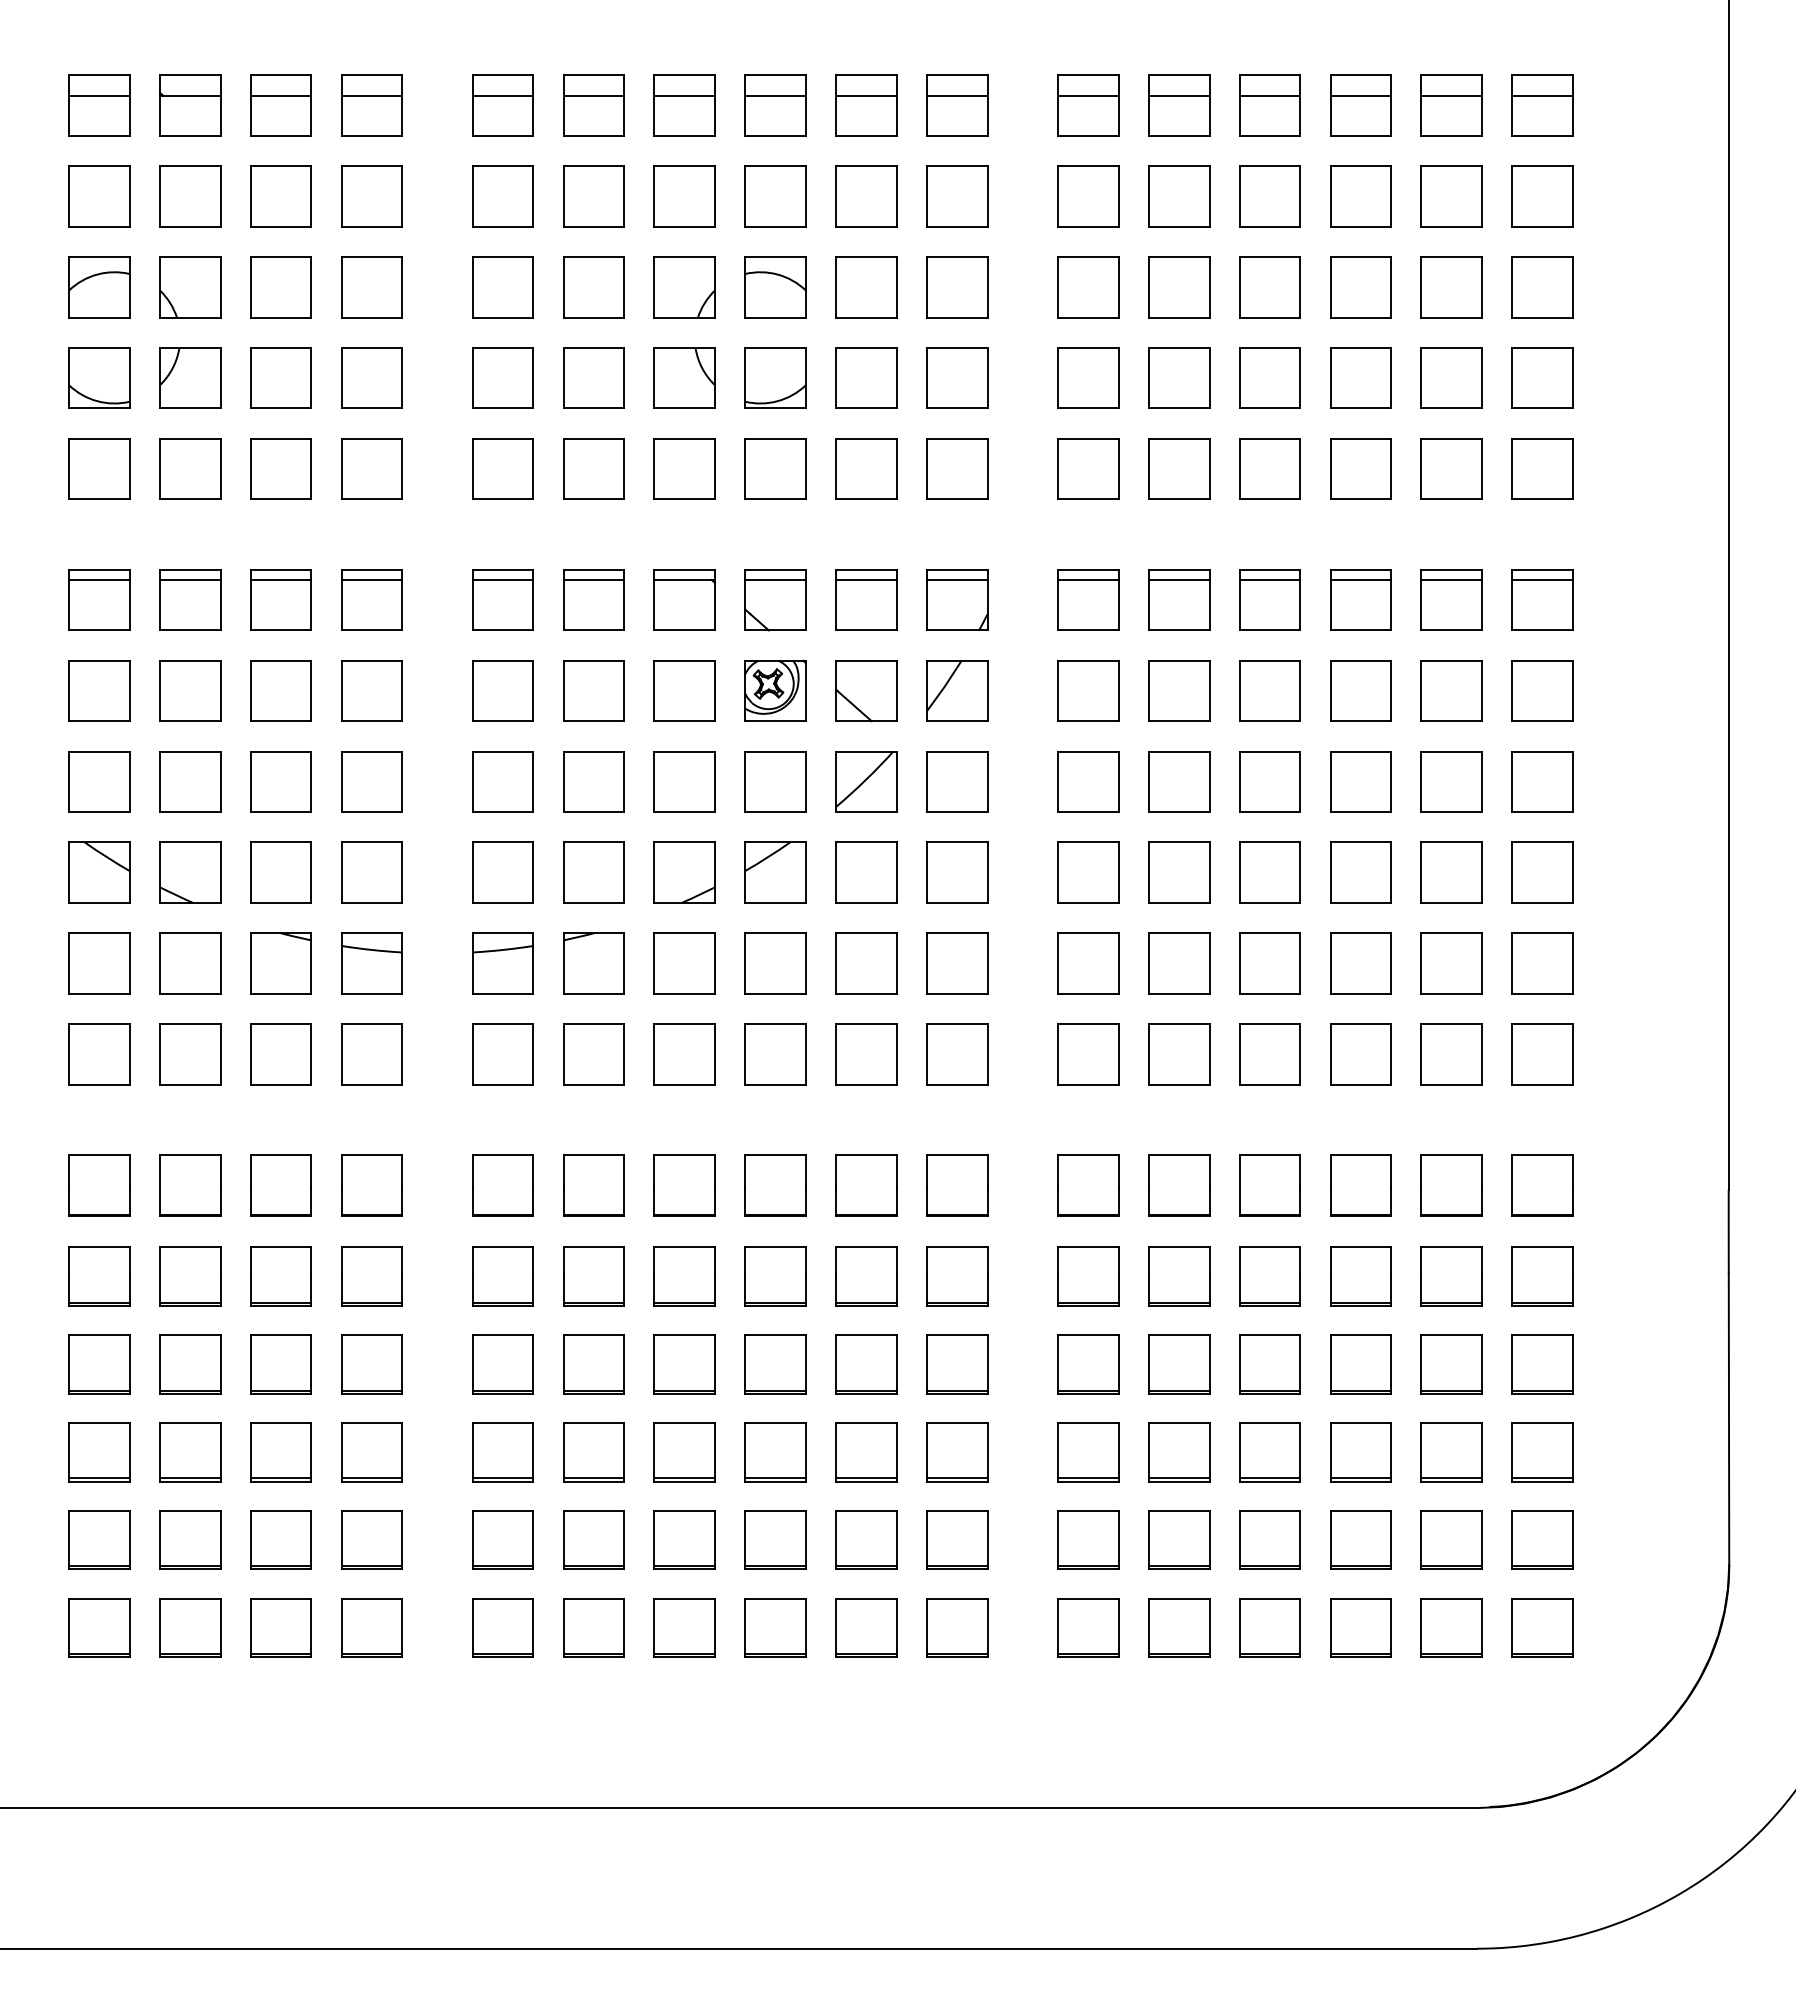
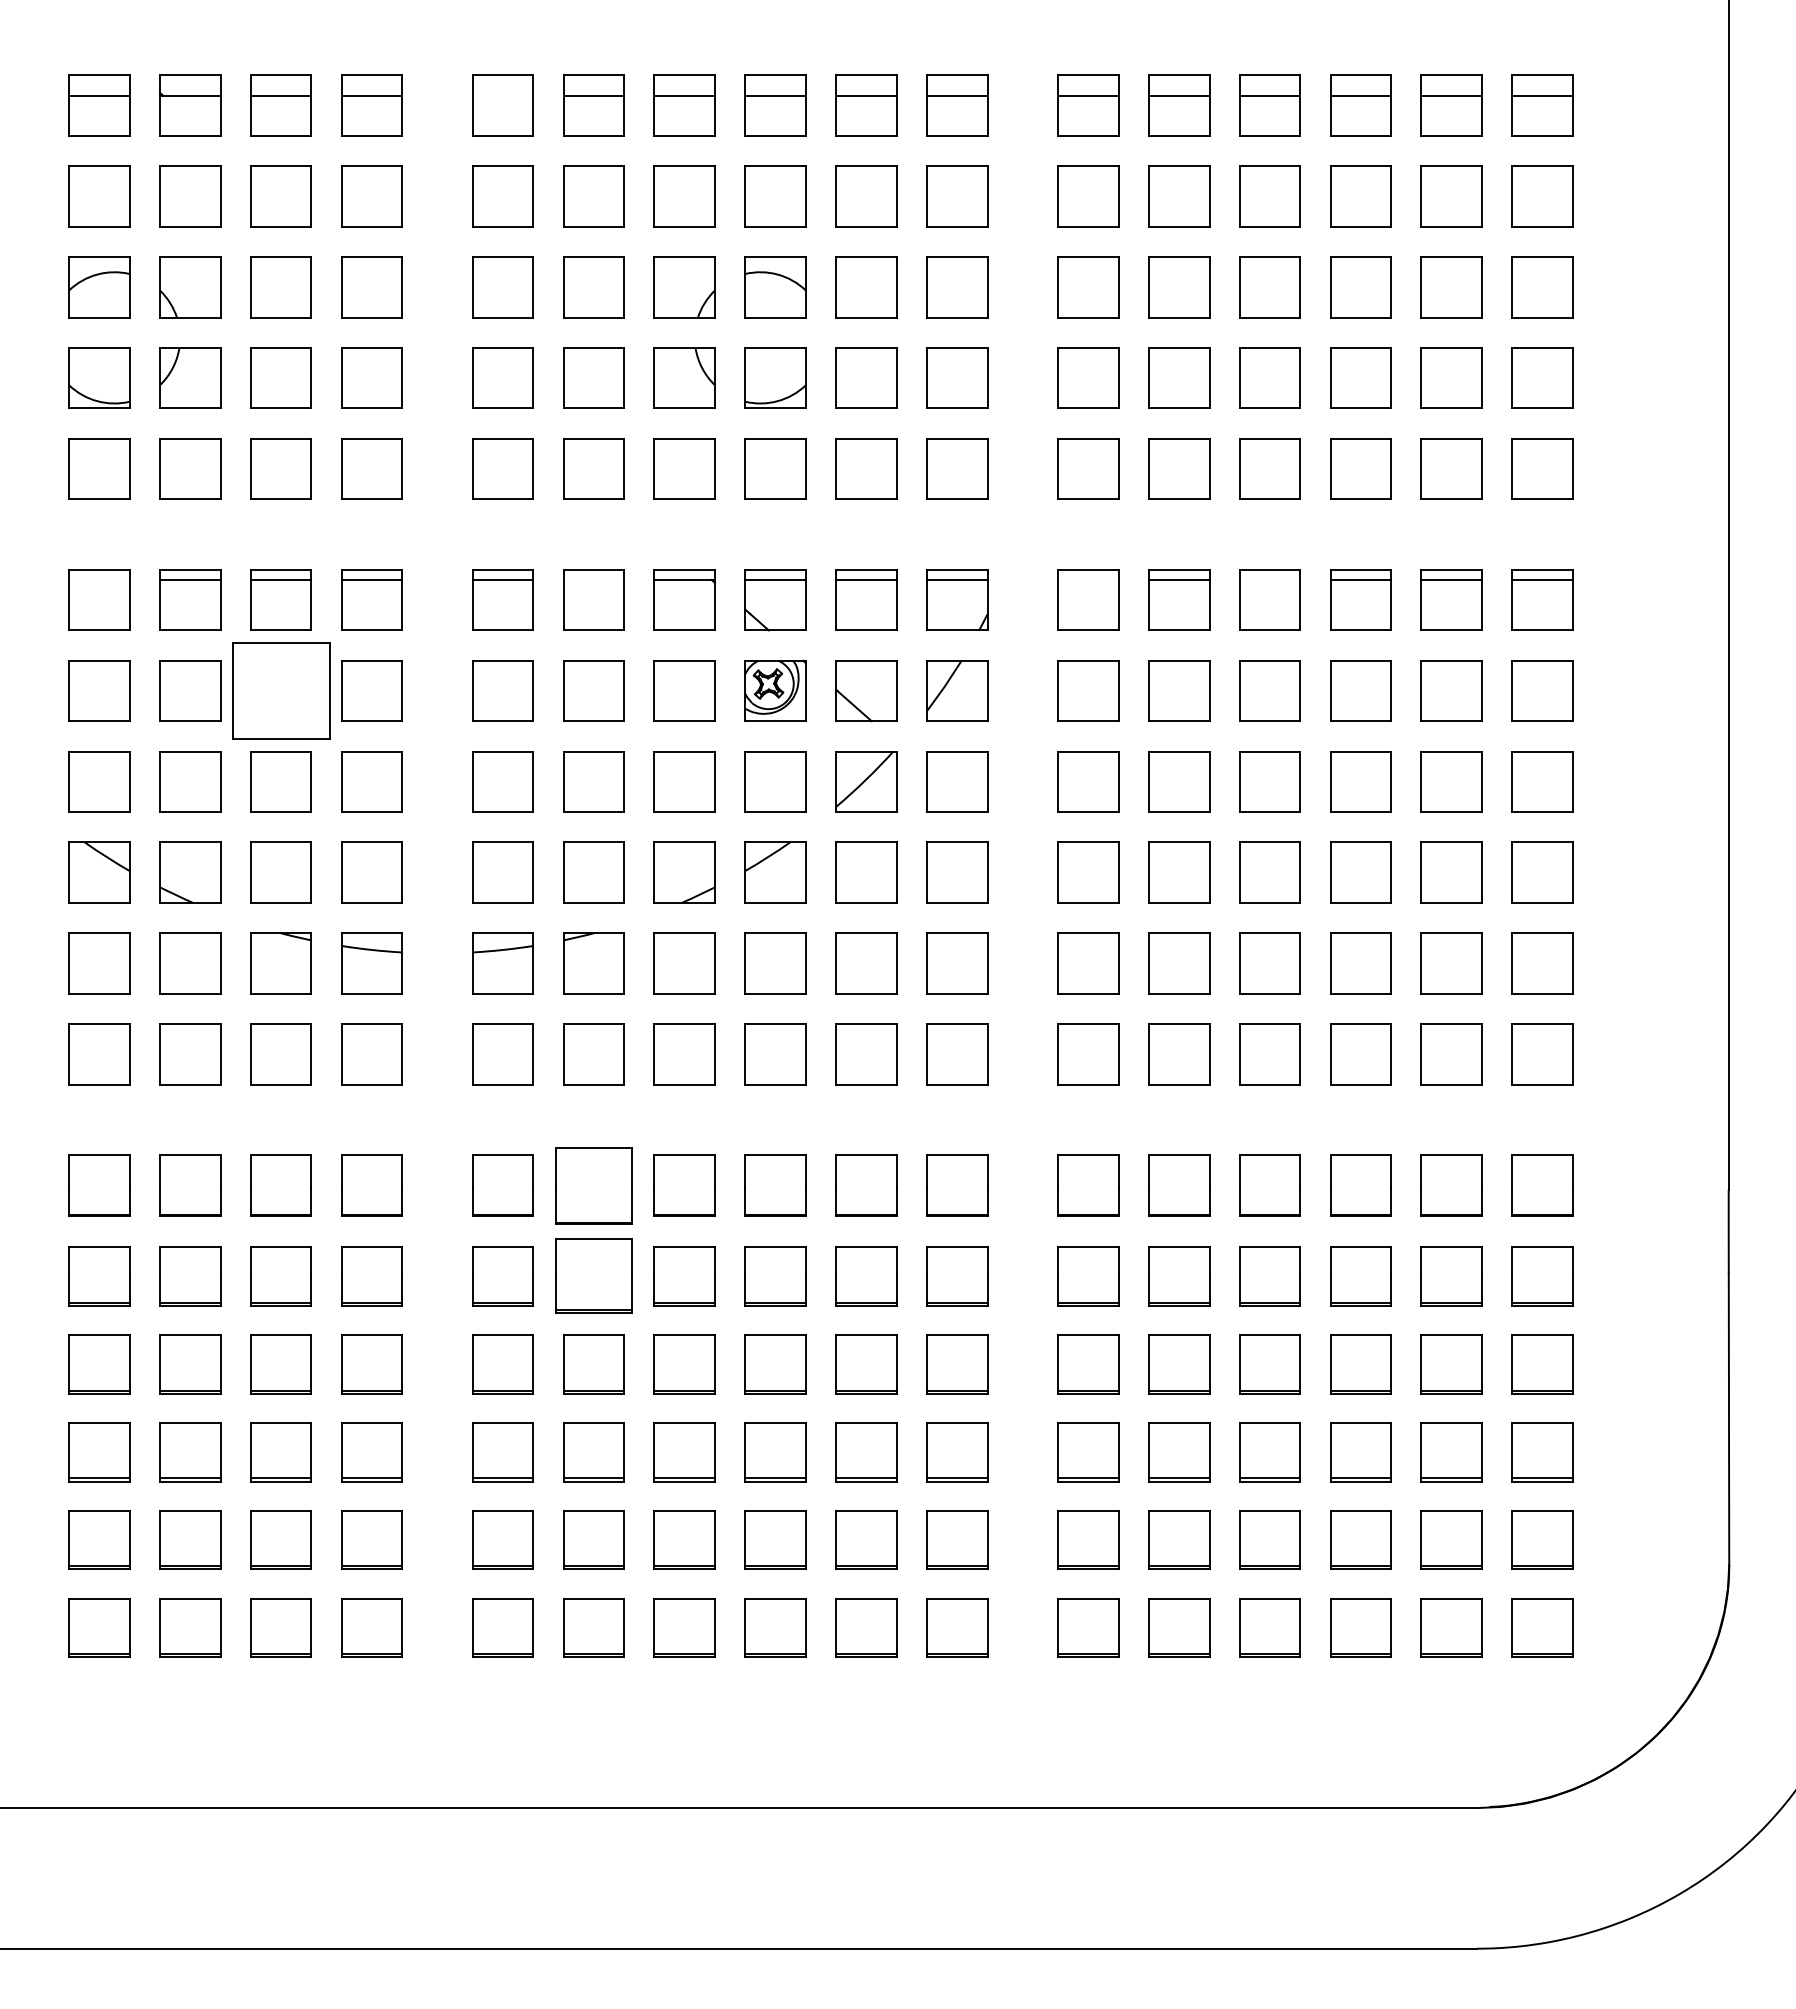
line at (502, 95): present -> none
line at (99, 580): present -> none
line at (593, 580): present -> none
line at (1088, 580): present -> none
line at (1269, 580): present -> none
part at (280, 690) size: 62x62 px -> 99x98 px
part at (593, 1185) size: 62x63 px -> 78x78 px
part at (593, 1276) size: 62x61 px -> 78x76 px
